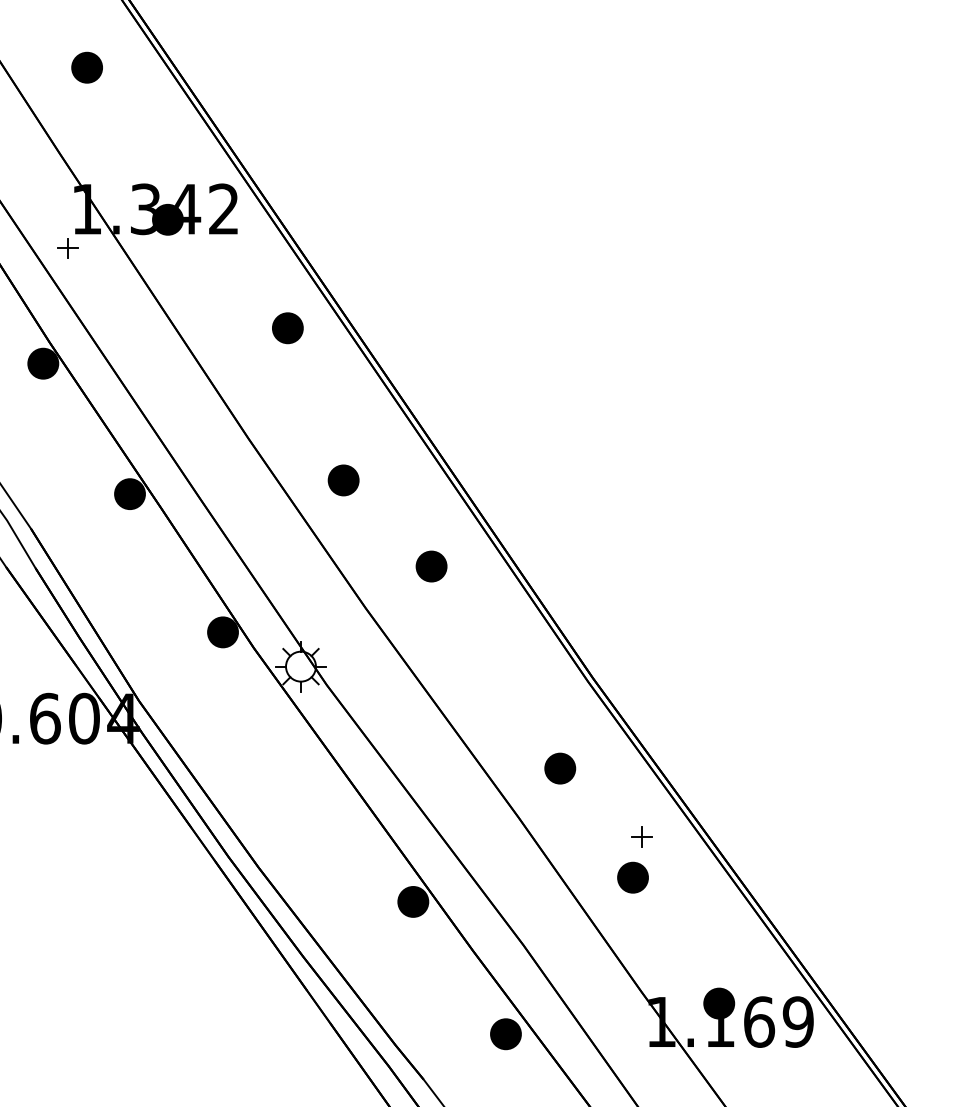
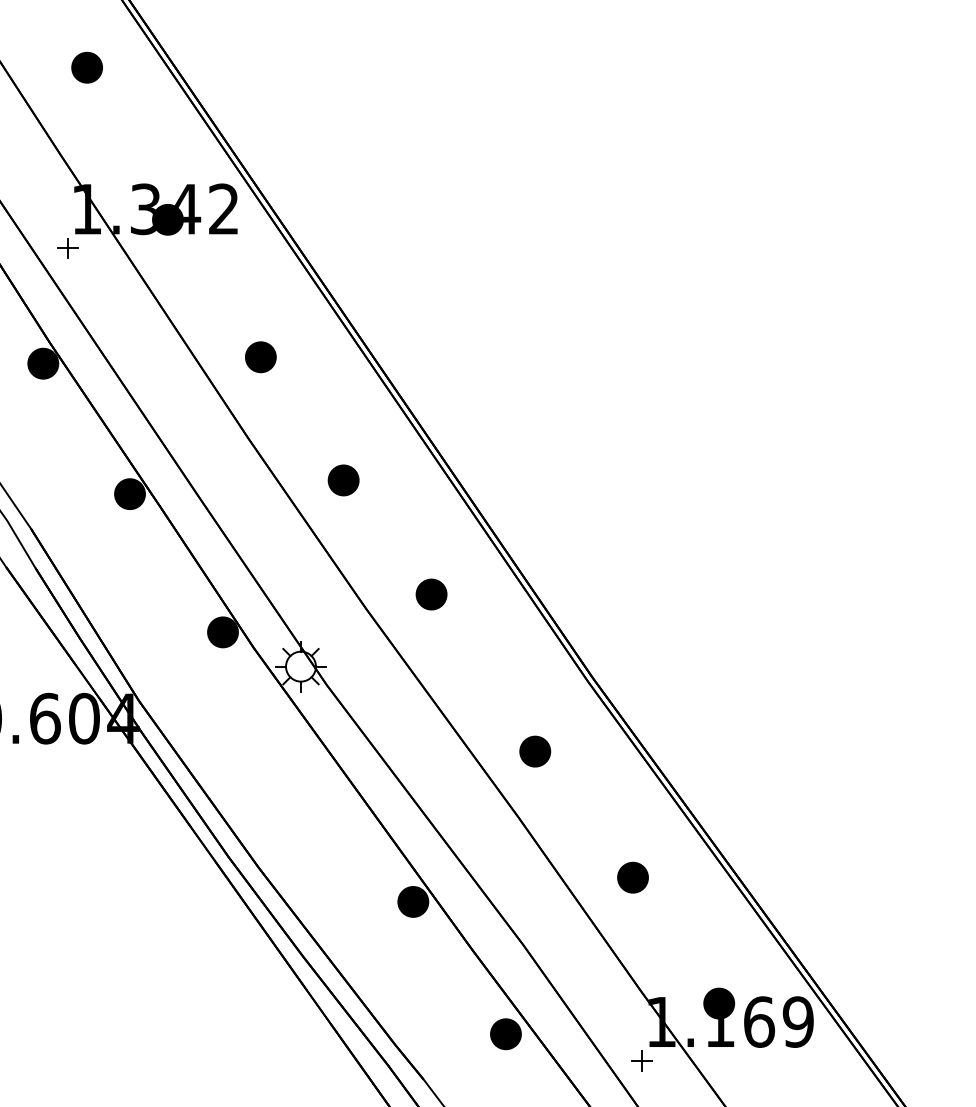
part at (287, 328) position: (287, 328) -> (260, 357)
part at (431, 566) position: (431, 566) -> (431, 594)
part at (560, 768) position: (560, 768) -> (535, 751)
part at (641, 836) position: (641, 836) -> (641, 1060)
